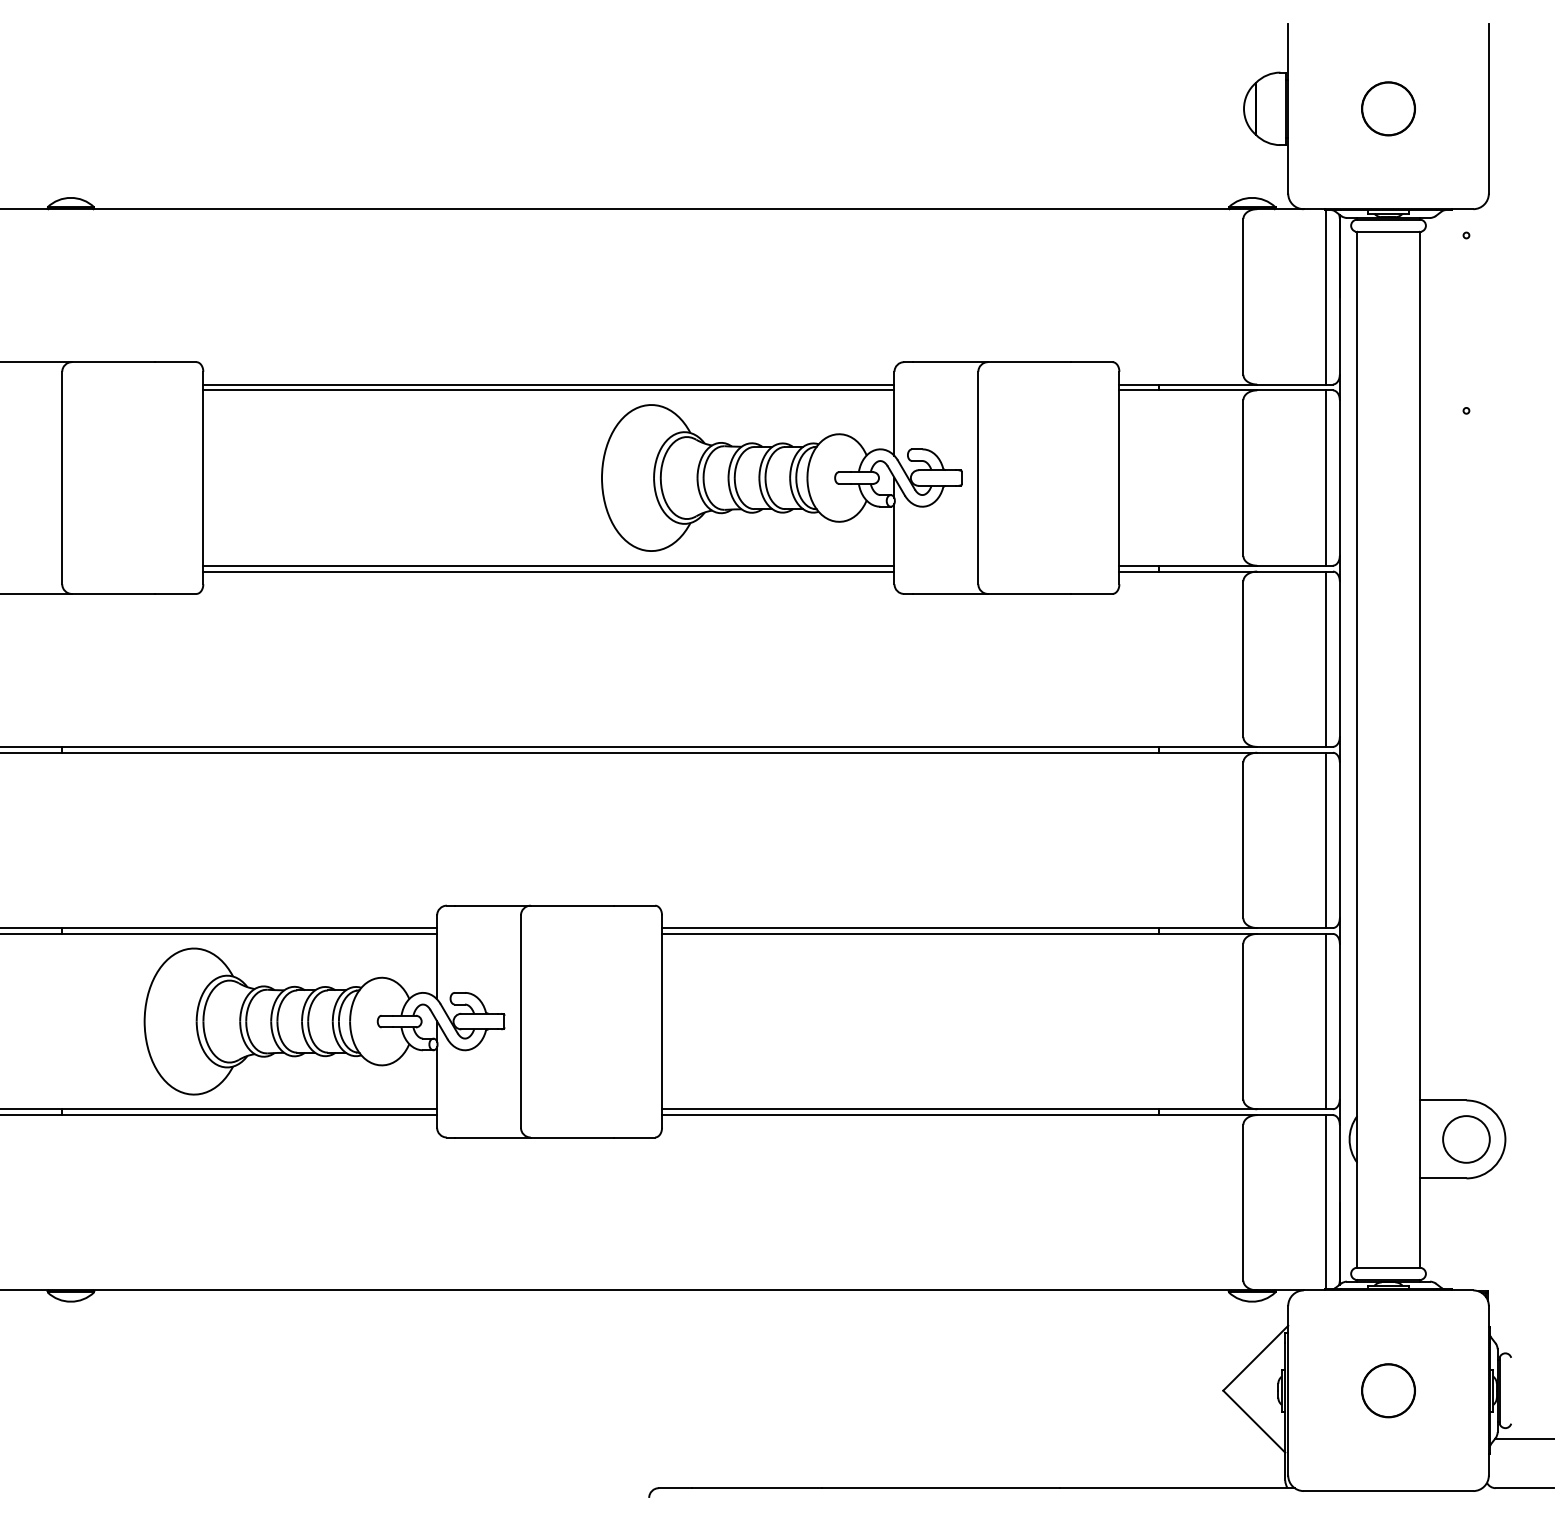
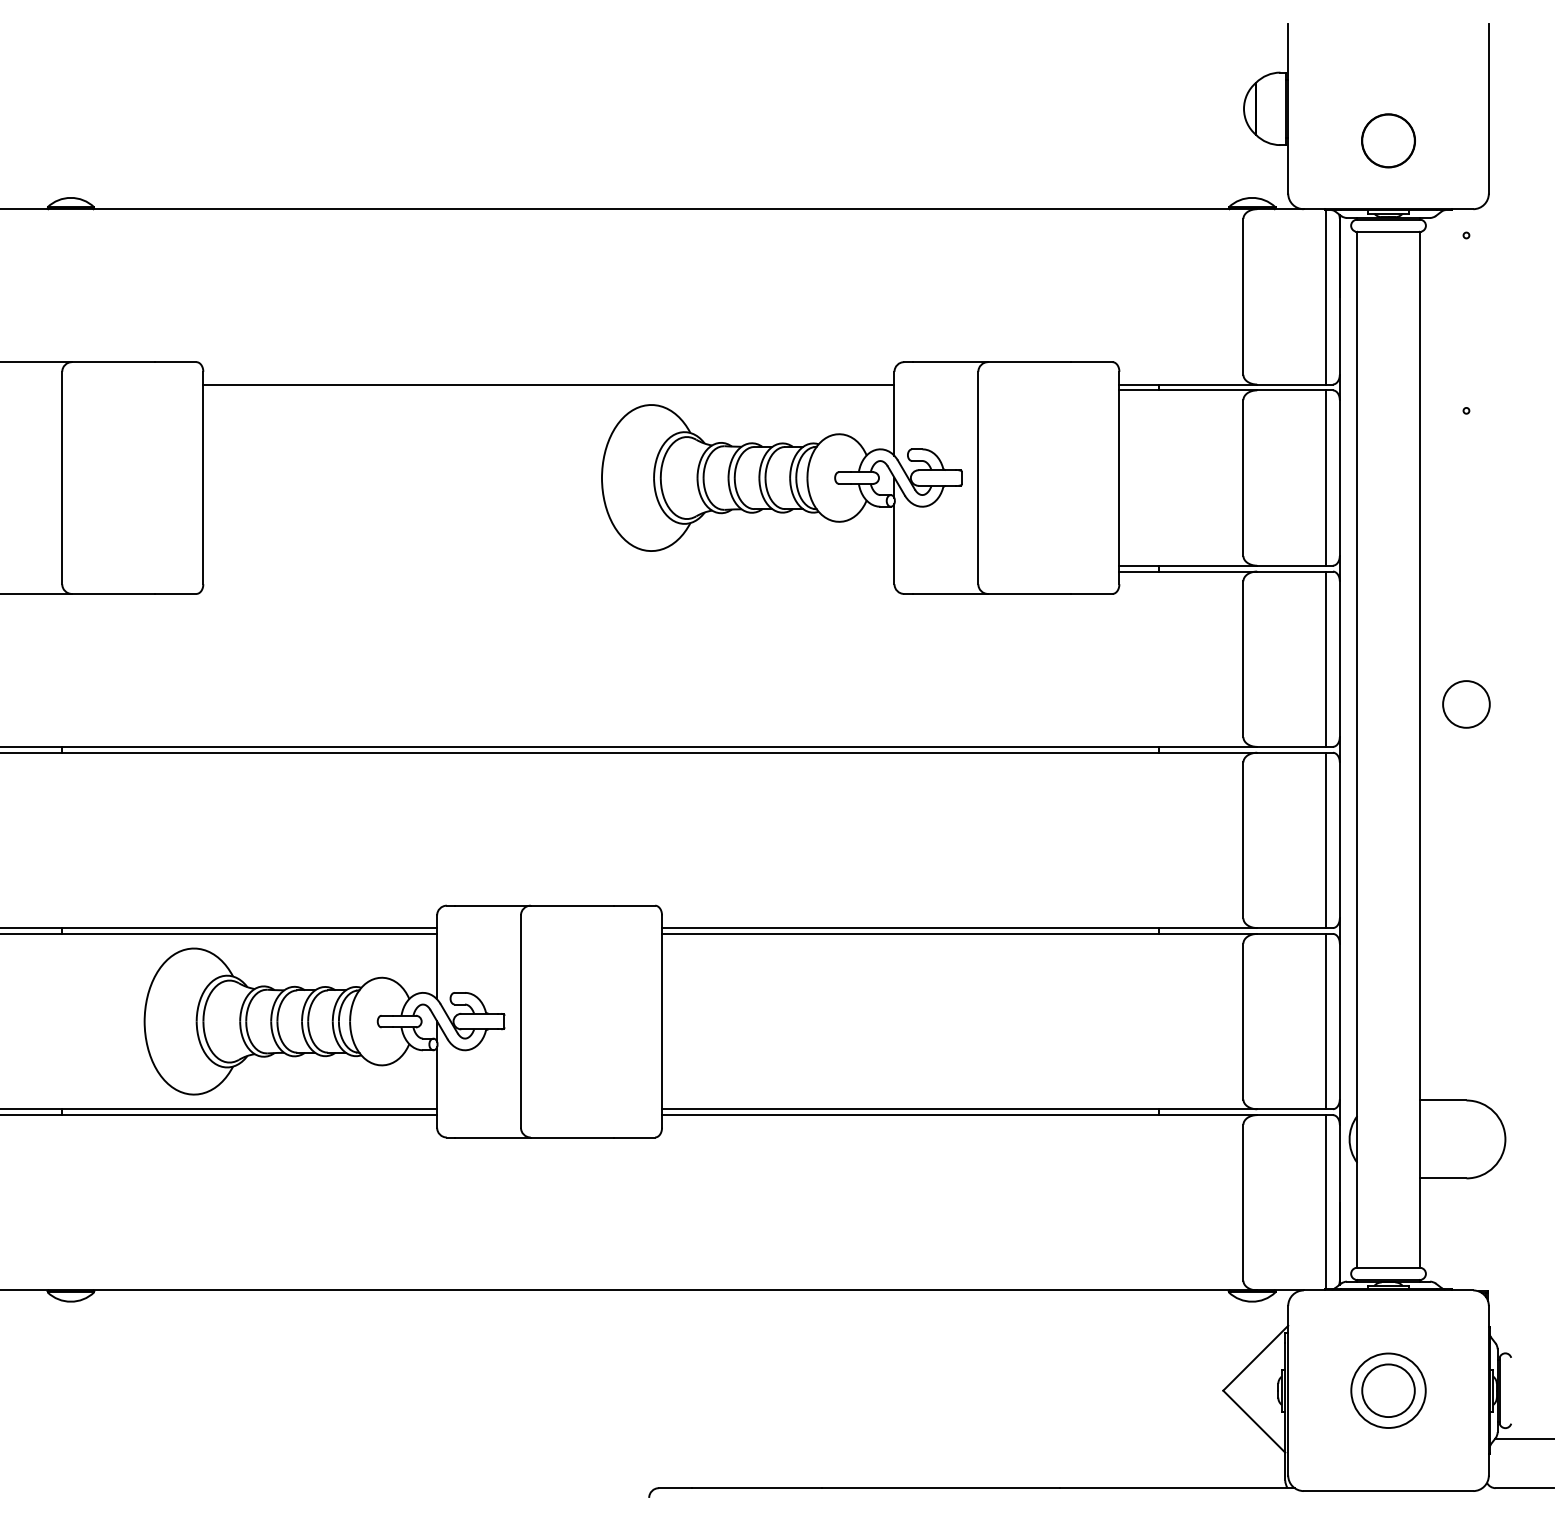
circle at (1388, 108) position: (1388, 108) -> (1388, 140)
line at (548, 390): present -> none
line at (548, 565): present -> none
line at (548, 571): present -> none
circle at (1466, 1139) position: (1466, 1139) -> (1466, 704)
circle at (1388, 1390) diameter: 53 px -> 74 px
